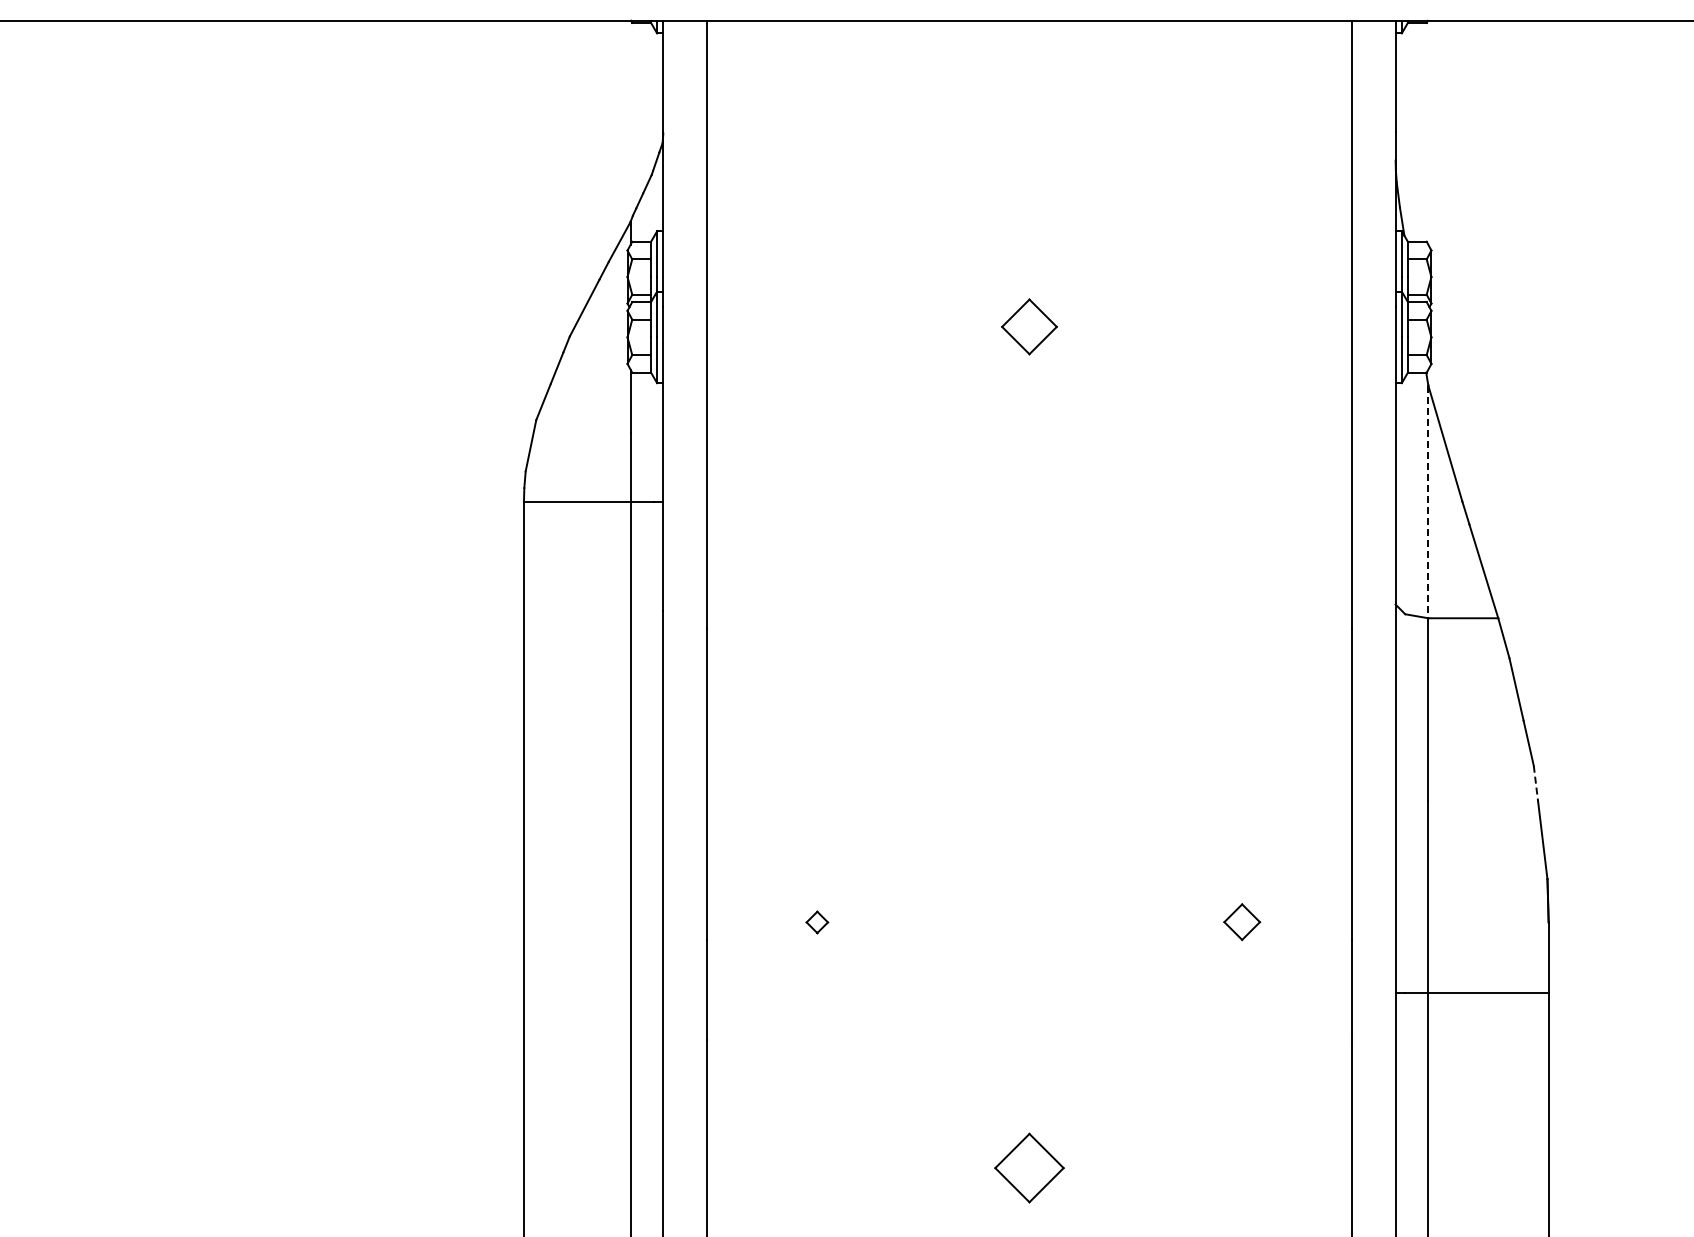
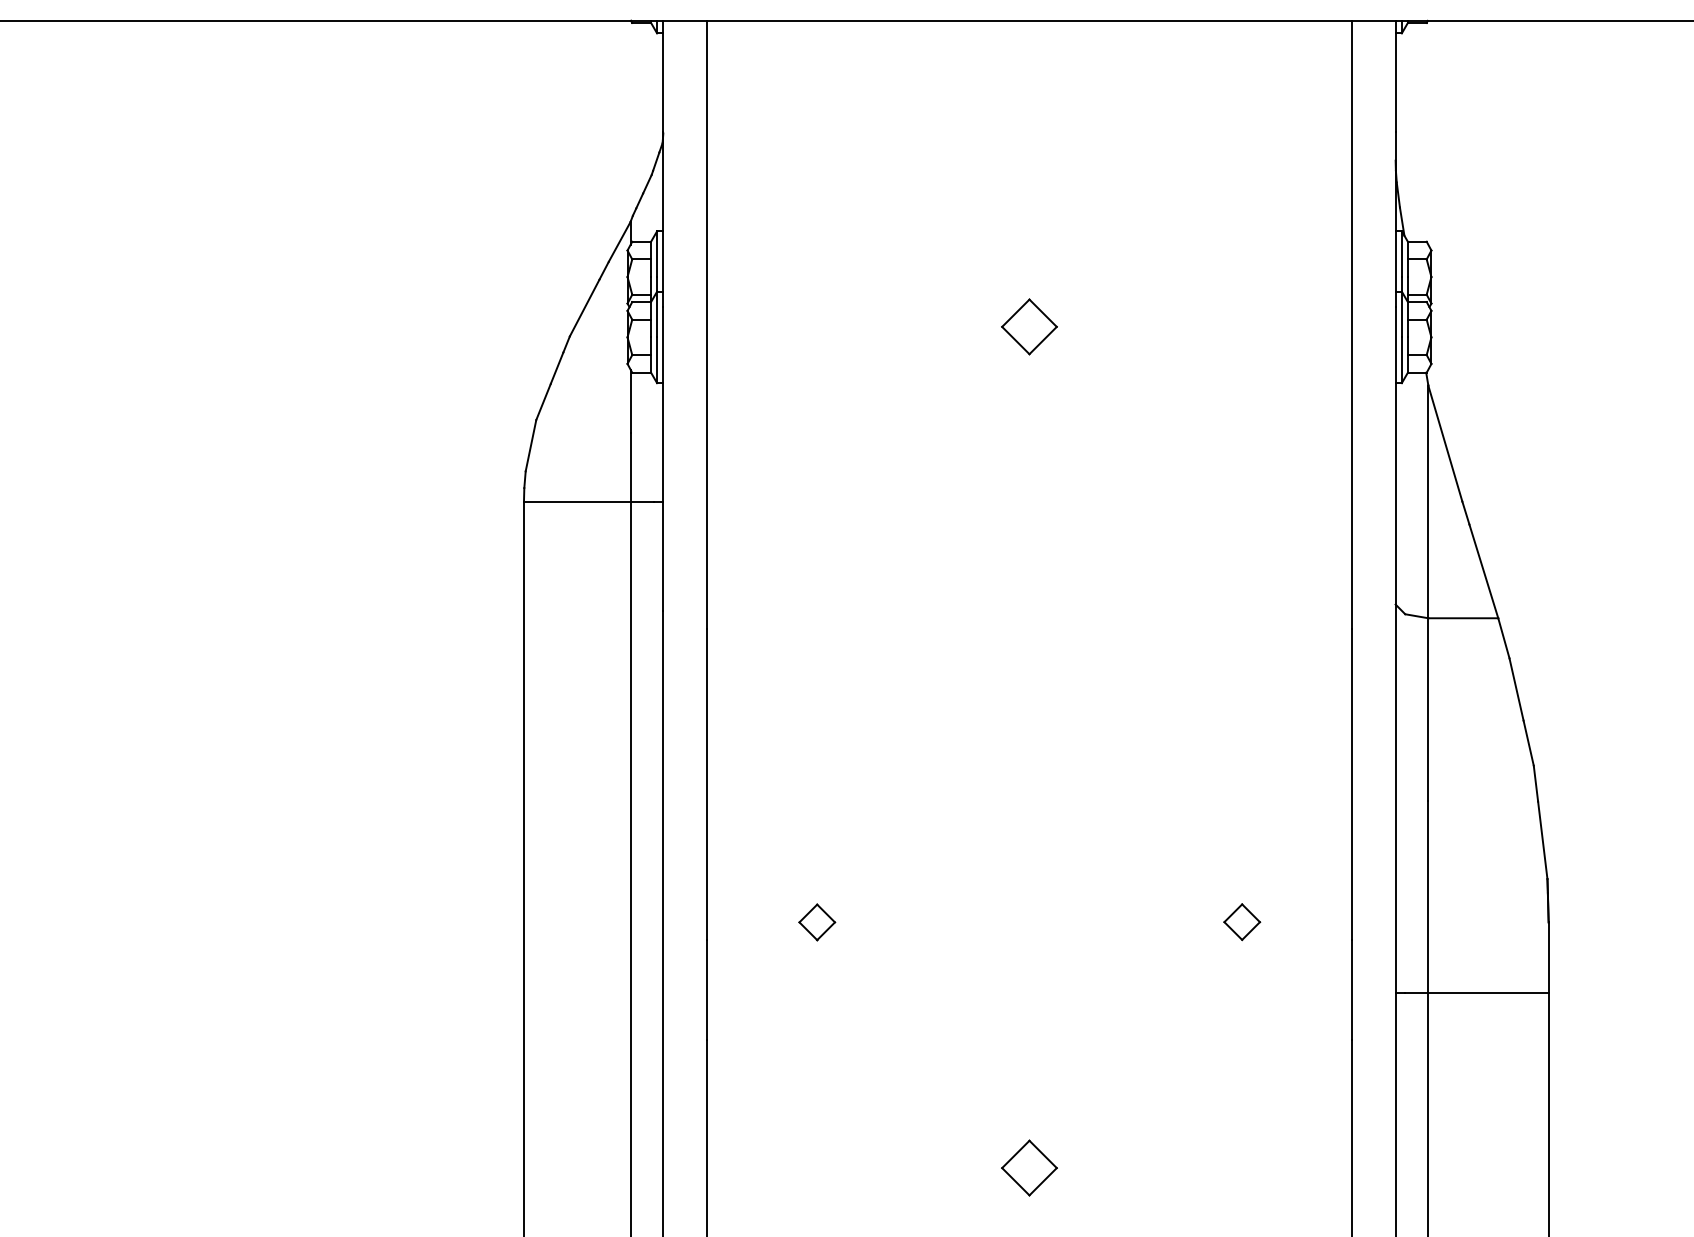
line at (1428, 502): dashed -> solid
line at (1536, 784): dashed -> solid
part at (817, 922) size: 25x25 px -> 39x39 px
part at (1029, 1167) size: 71x72 px -> 57x58 px
